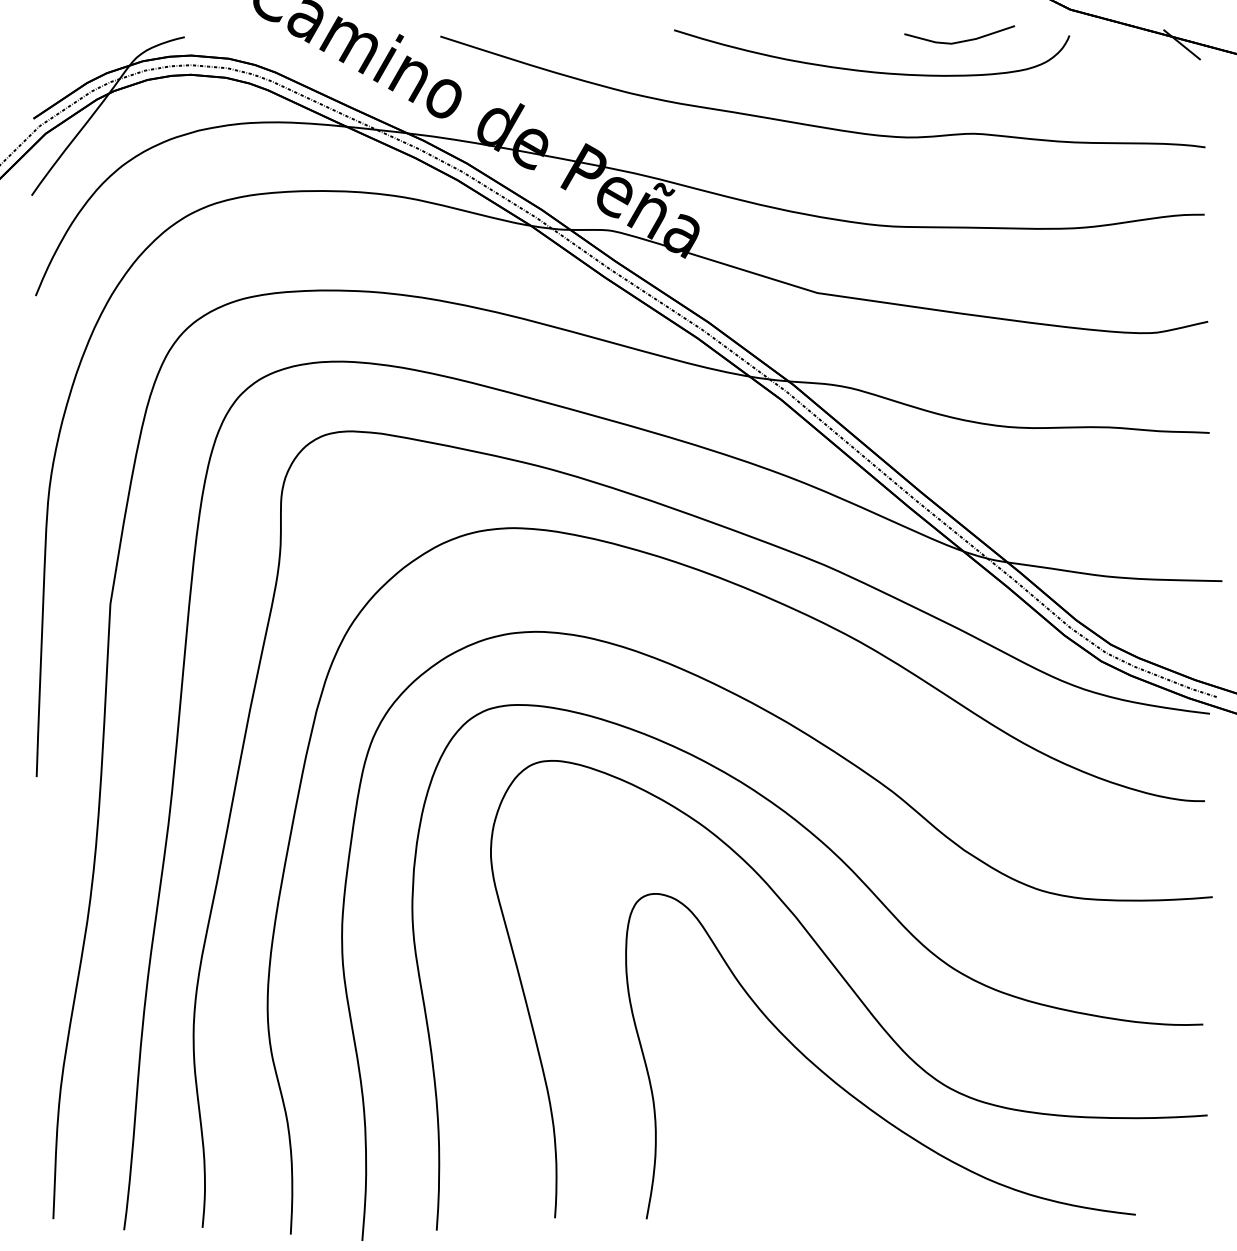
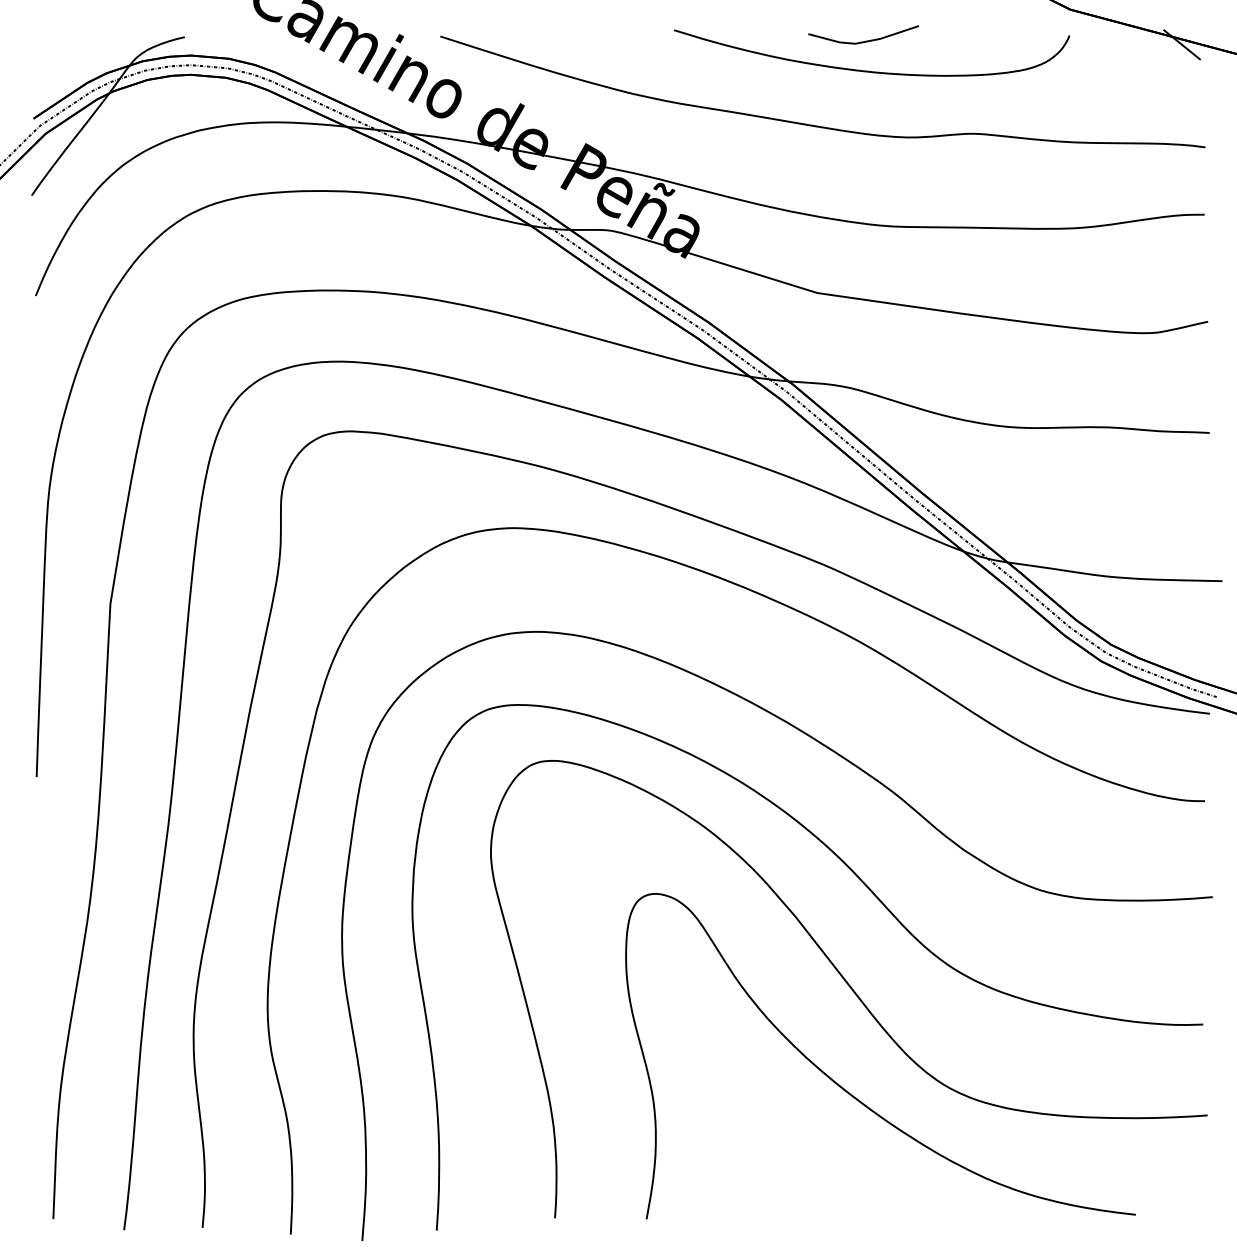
line at (961, 40) position: (961, 40) -> (865, 40)
